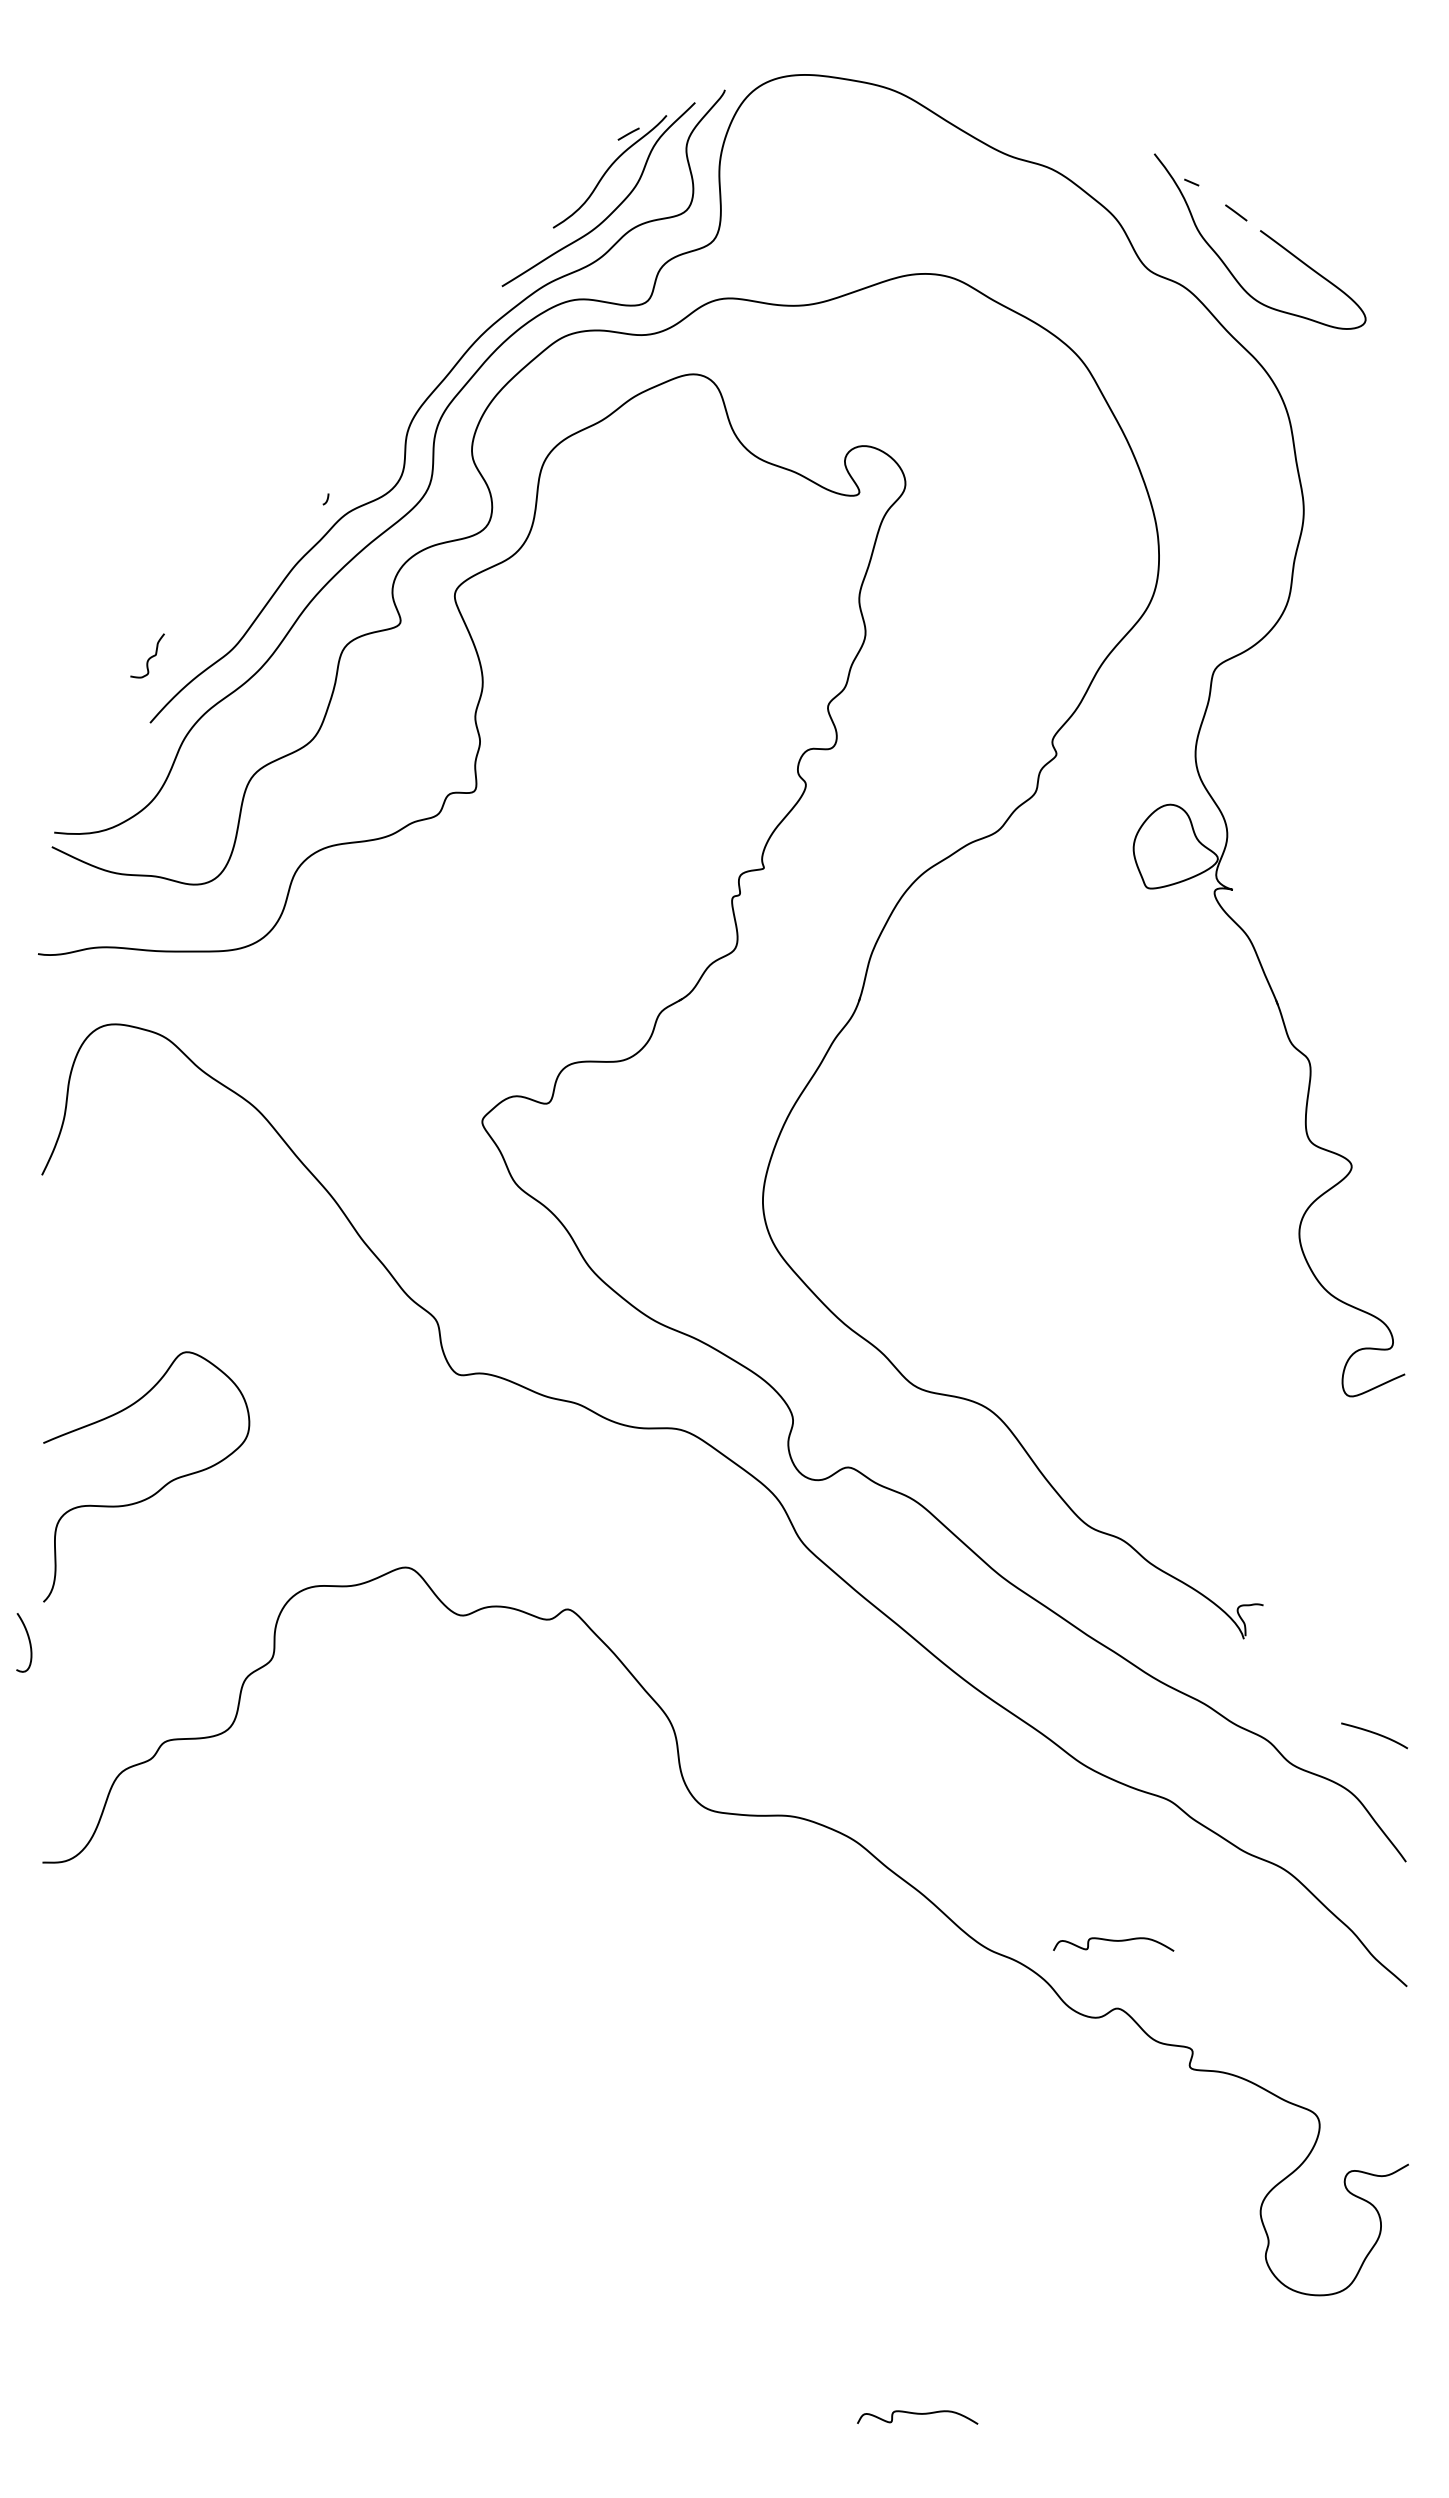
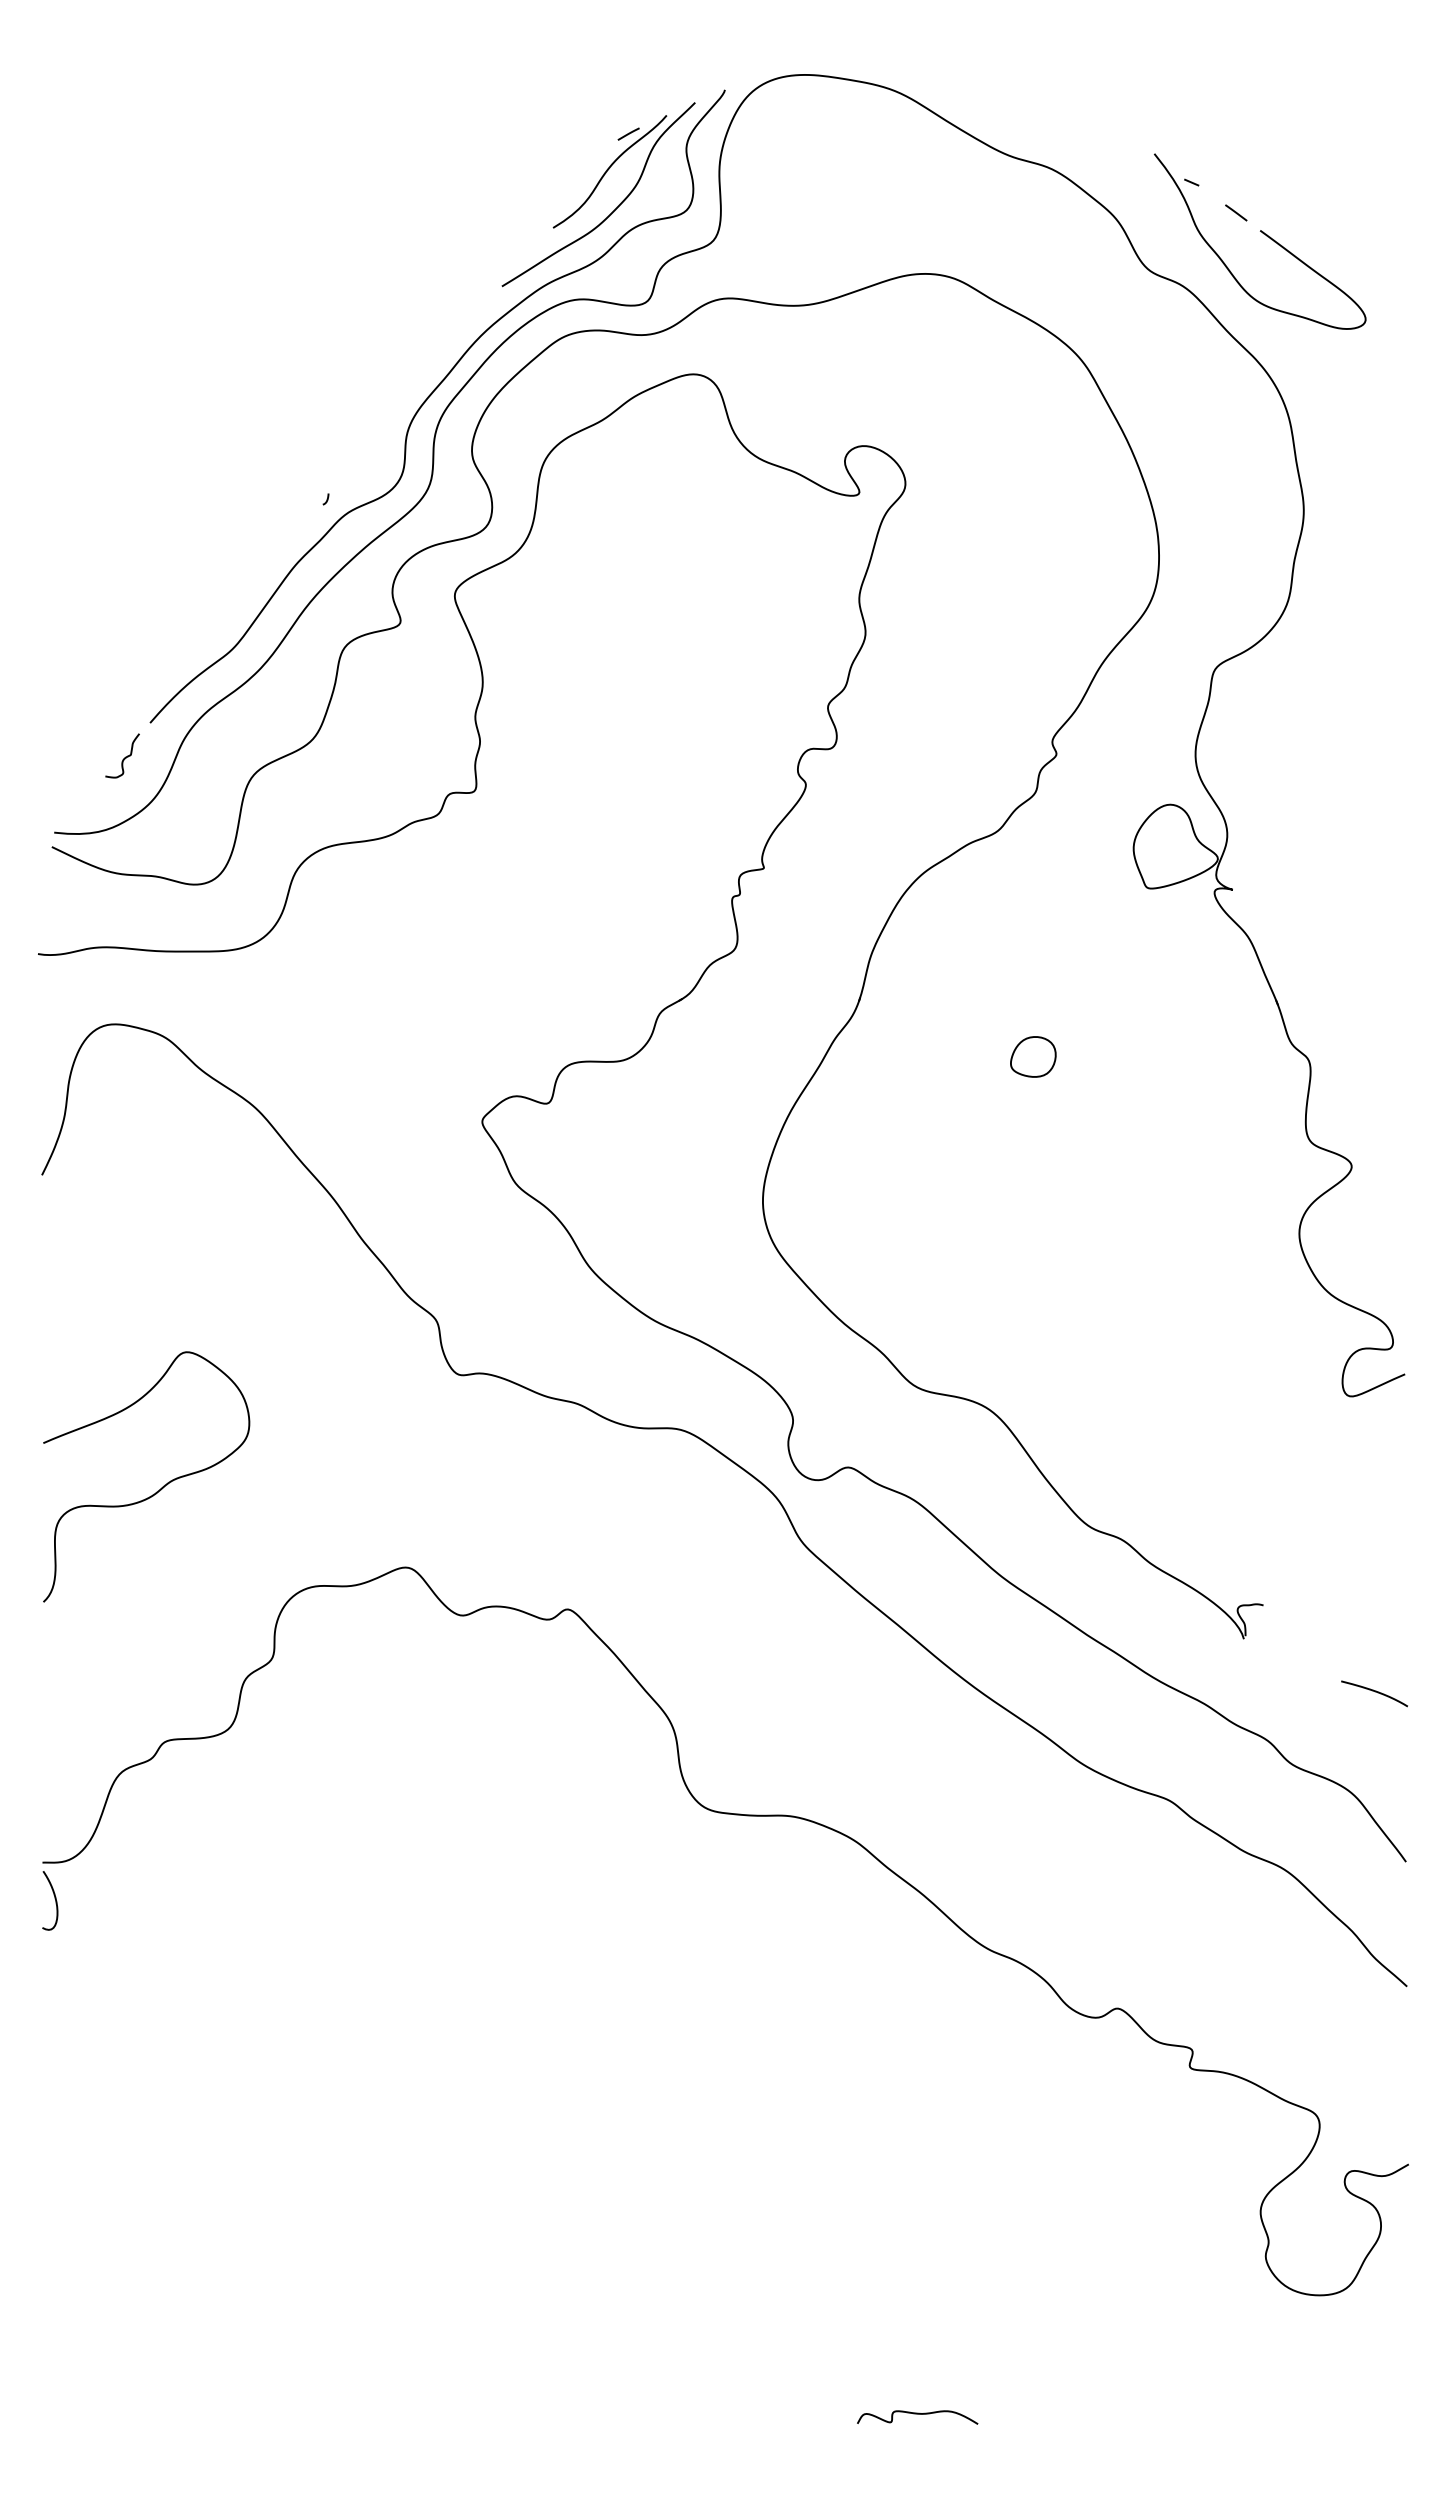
curve at (149, 657) position: (149, 657) -> (124, 757)
part at (1033, 1056): none -> present
curve at (28, 1640) position: (28, 1640) -> (54, 1898)
curve at (1375, 1734) position: (1375, 1734) -> (1375, 1692)
curve at (1113, 1941): present -> none
